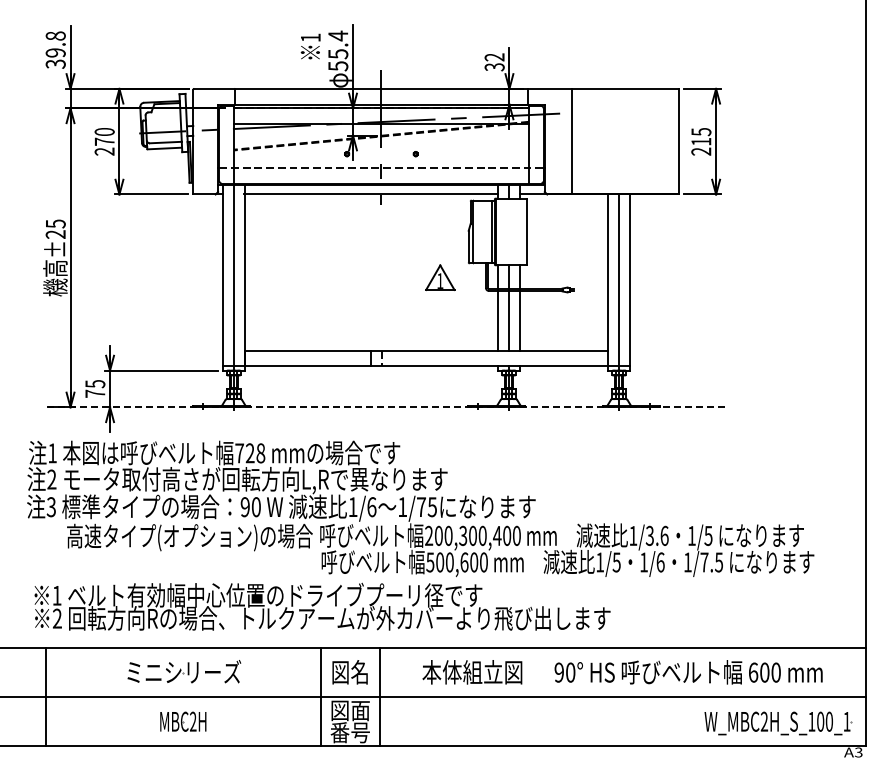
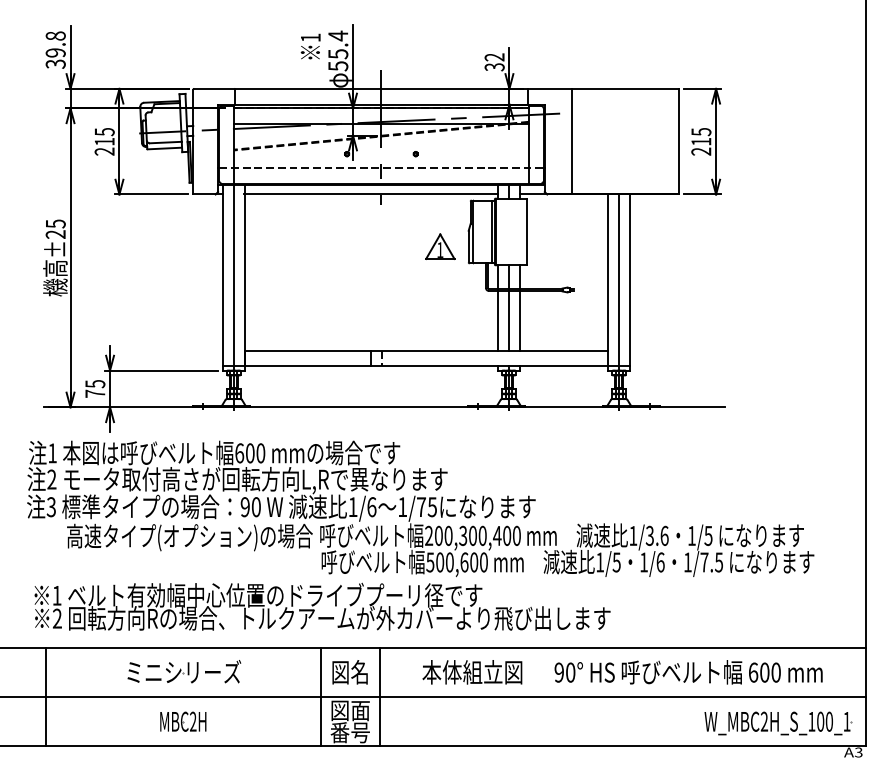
text at (104, 136): 270 -> 215
part at (440, 277) position: (440, 277) -> (440, 246)
line at (384, 407): dashed -> solid
text at (250, 453): 728 -> 600
